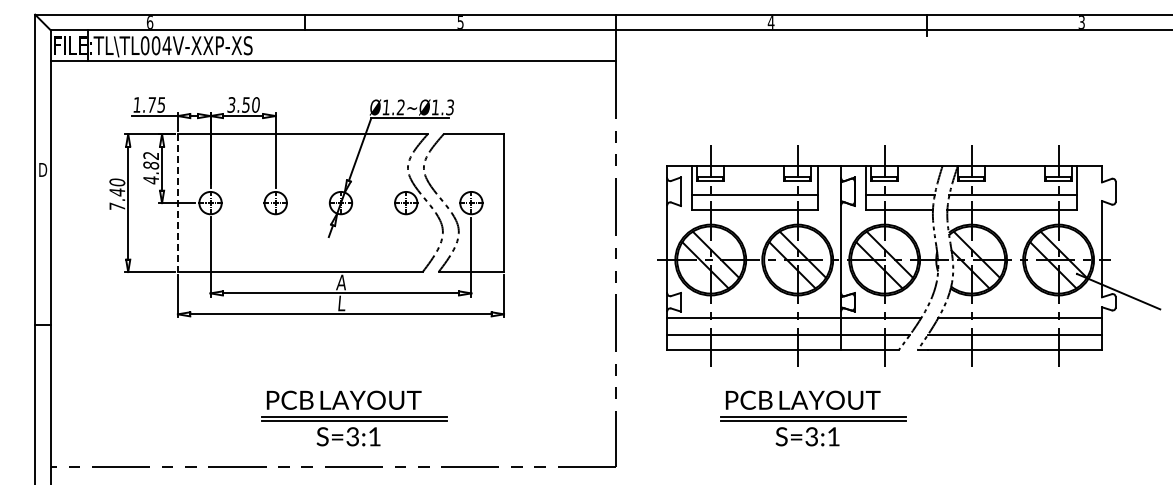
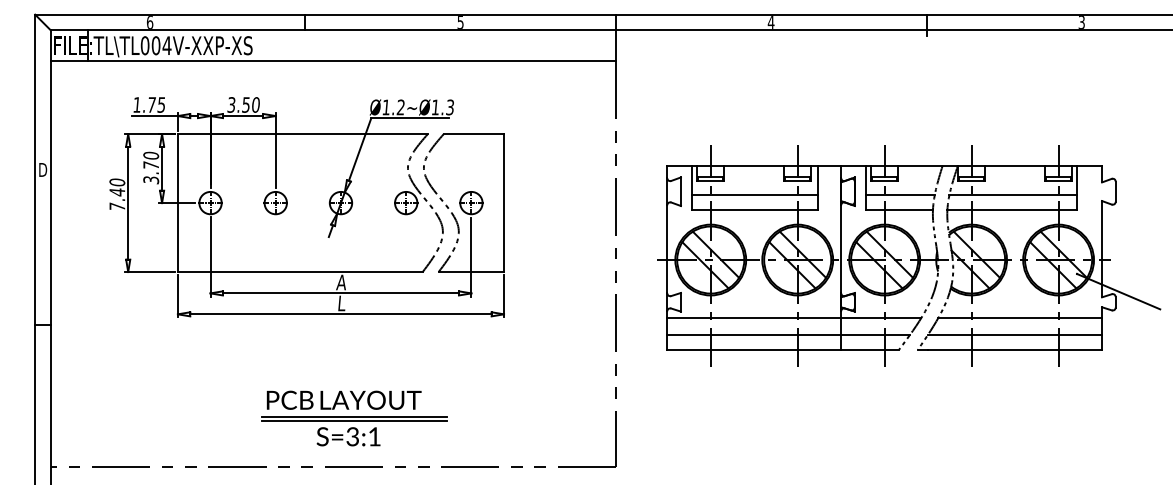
text at (151, 167): 4.82 -> 3.70
line at (177, 203): dashed -> solid
part at (813, 418): present -> none
